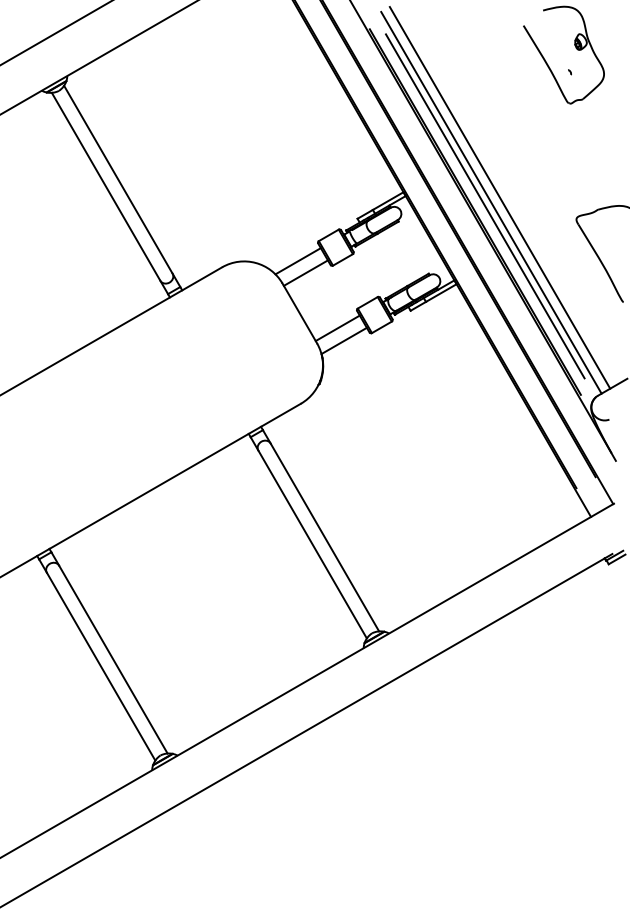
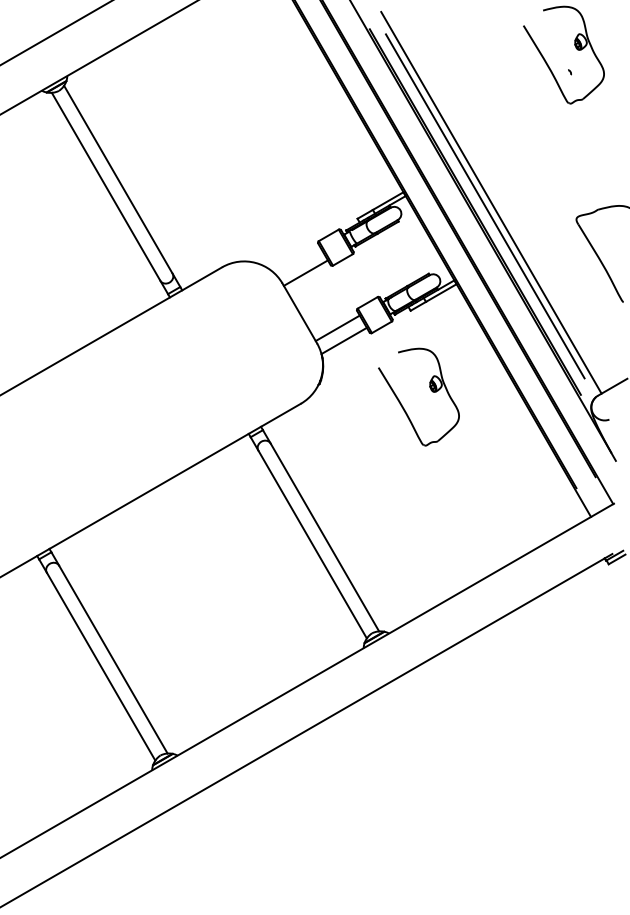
line at (499, 197): present -> none
line at (297, 261): present -> none
part at (430, 390): none -> present
